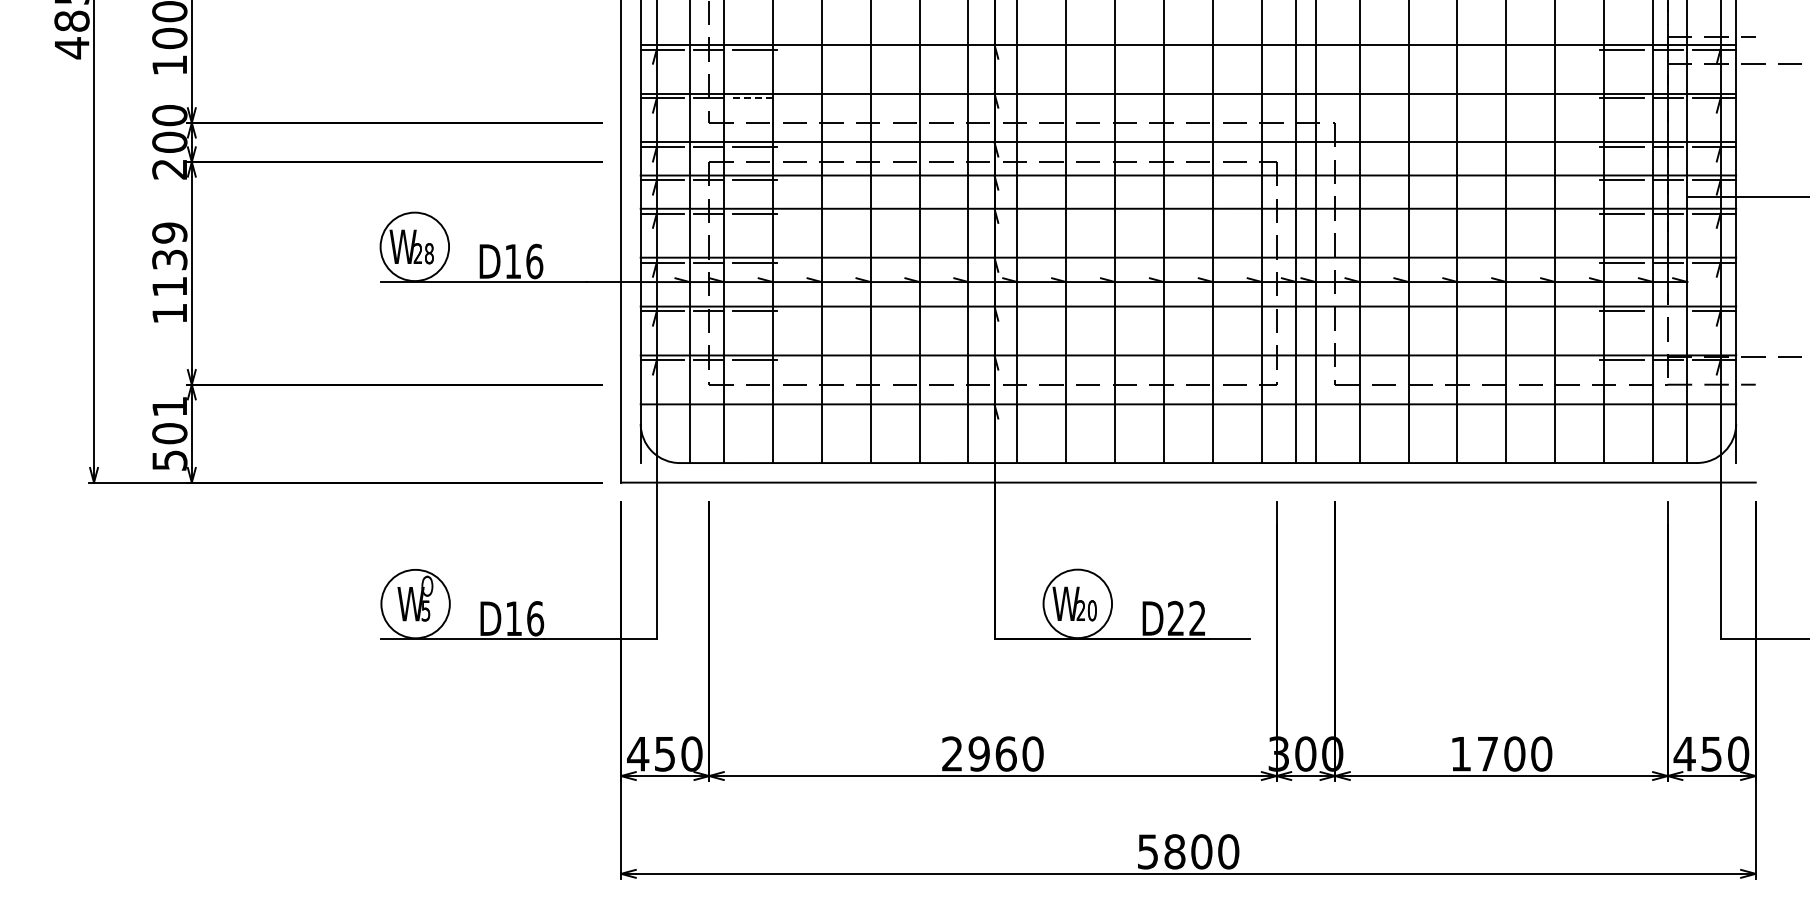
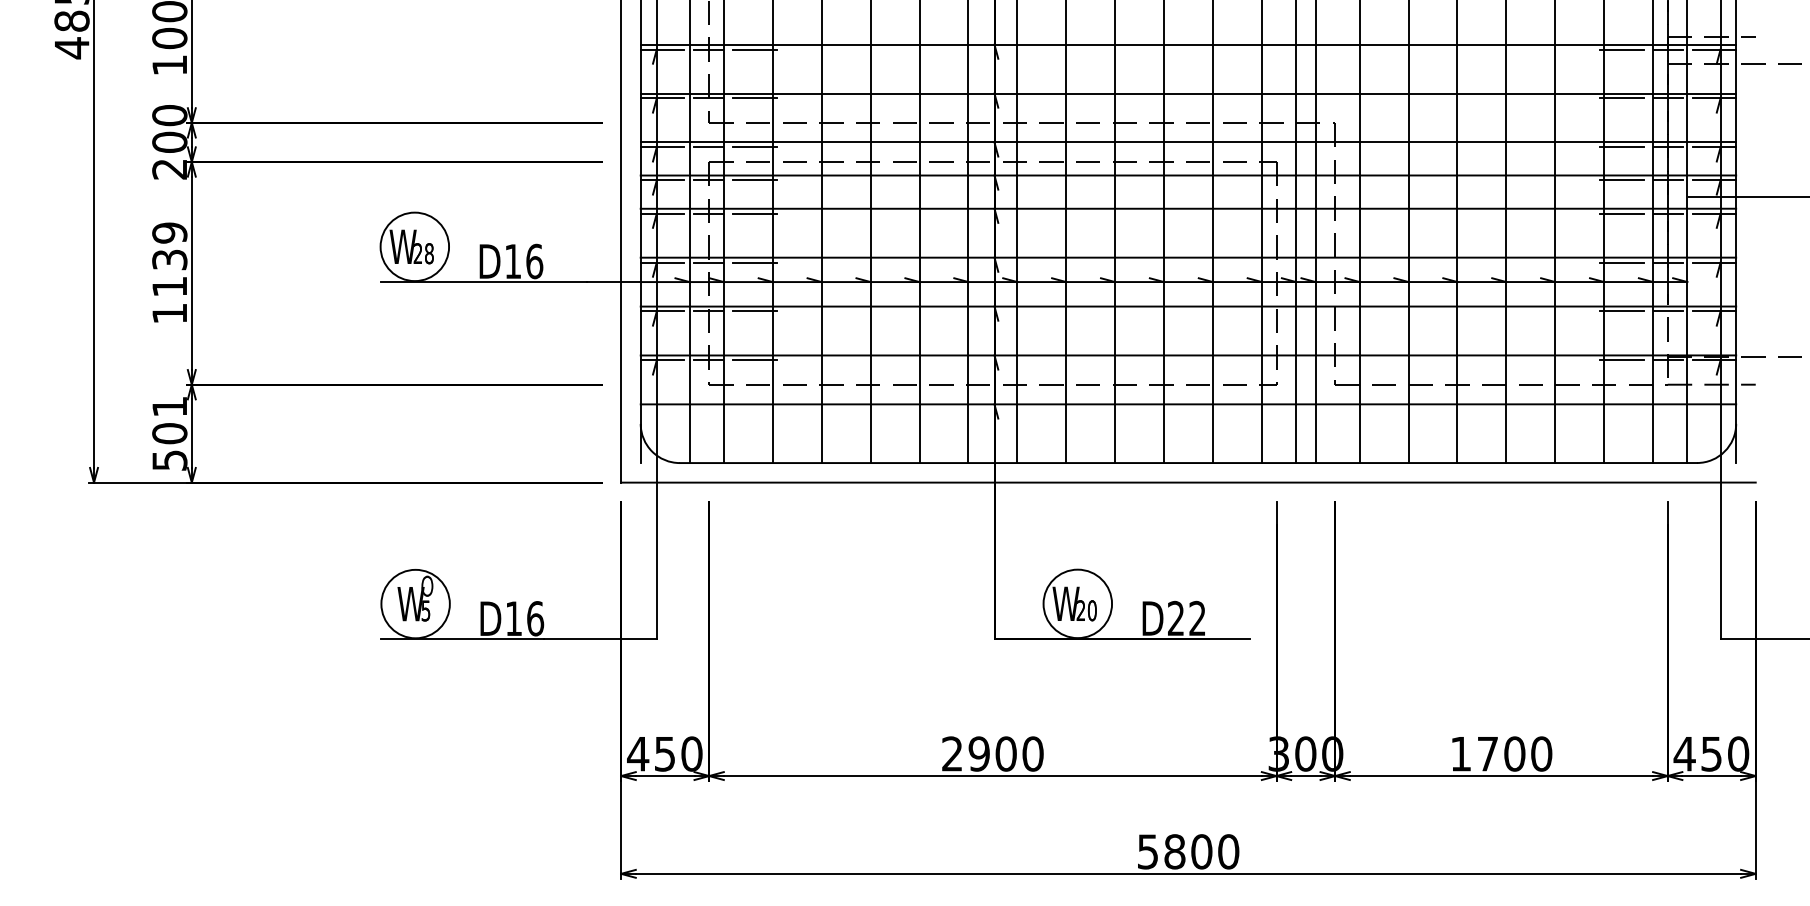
line at (754, 98): dashed -> solid
line at (1667, 311): none -> present
text at (1005, 753): 2960 -> 2900
